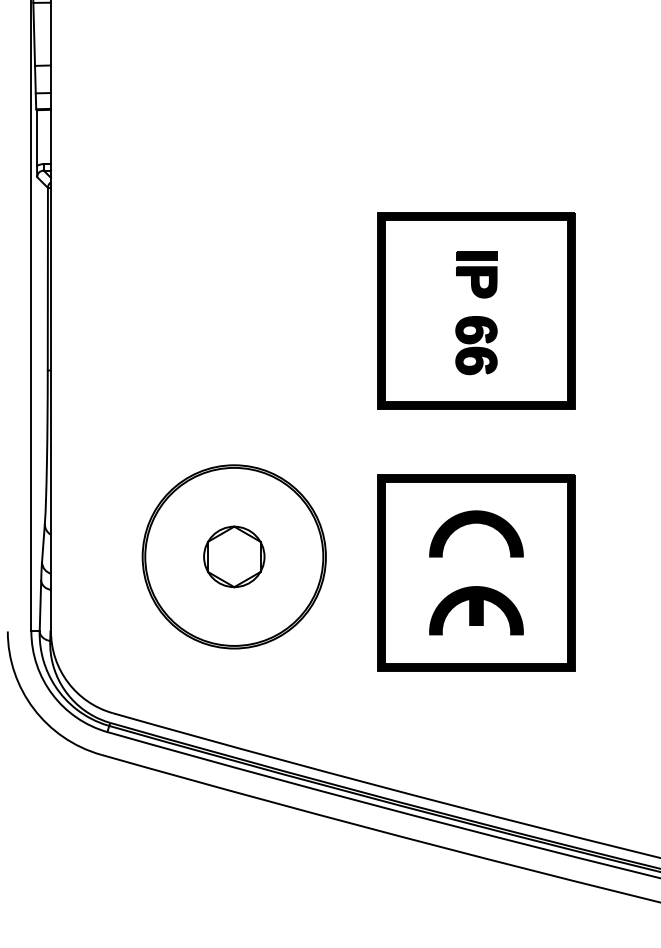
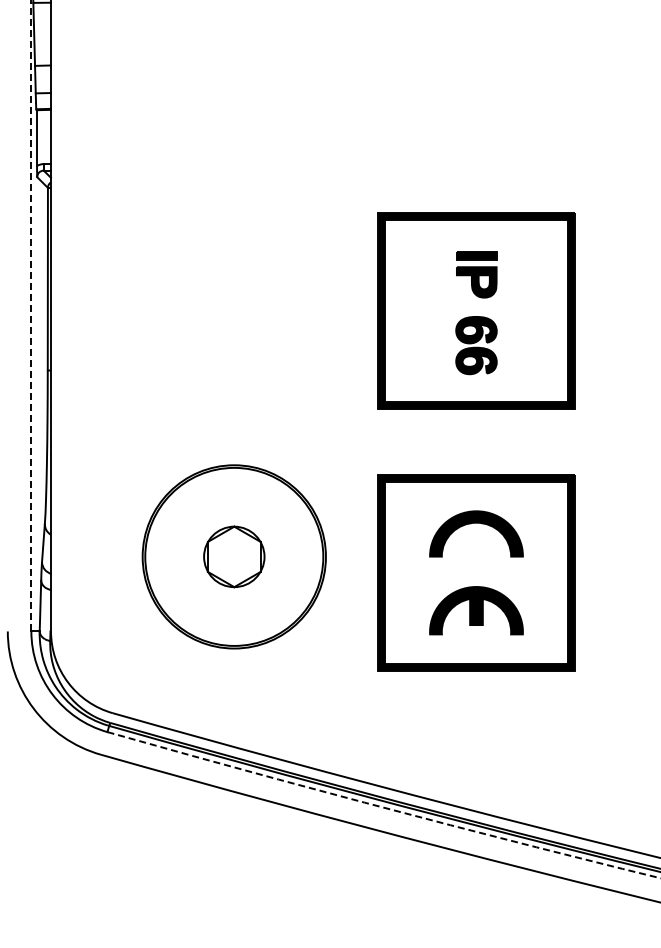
line at (31, 315): solid -> dashed
arc at (383, 807): solid -> dashed
